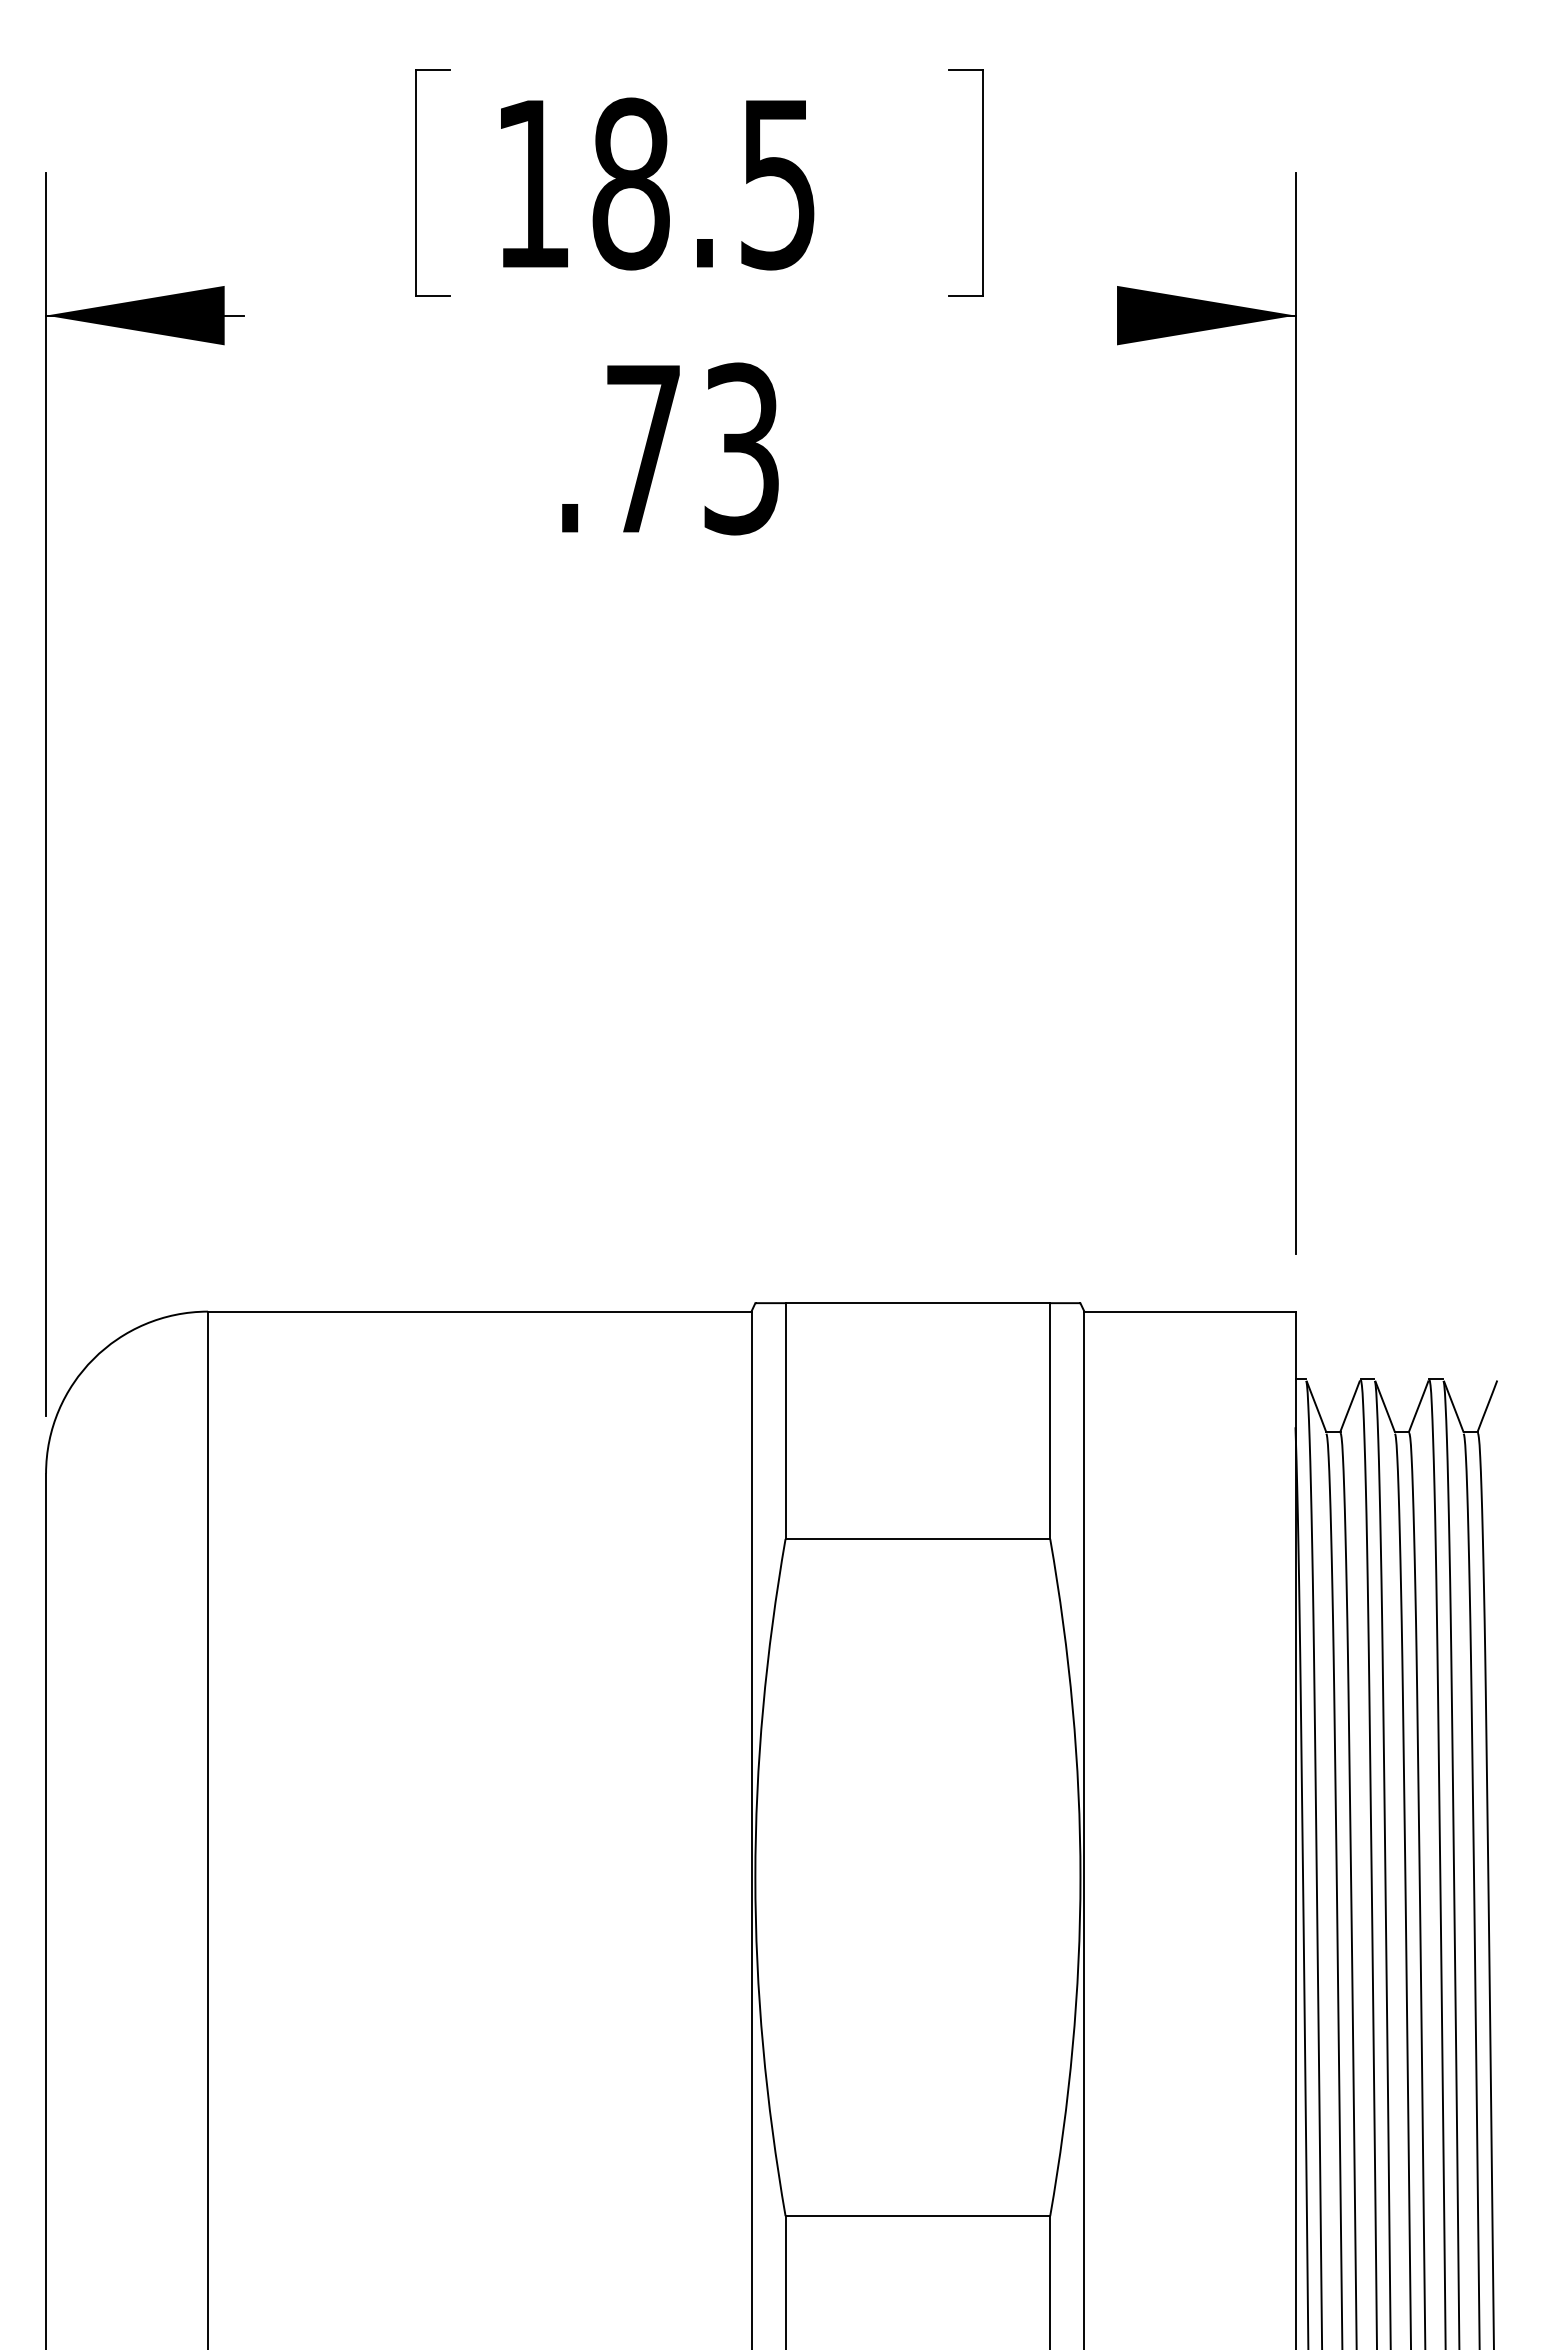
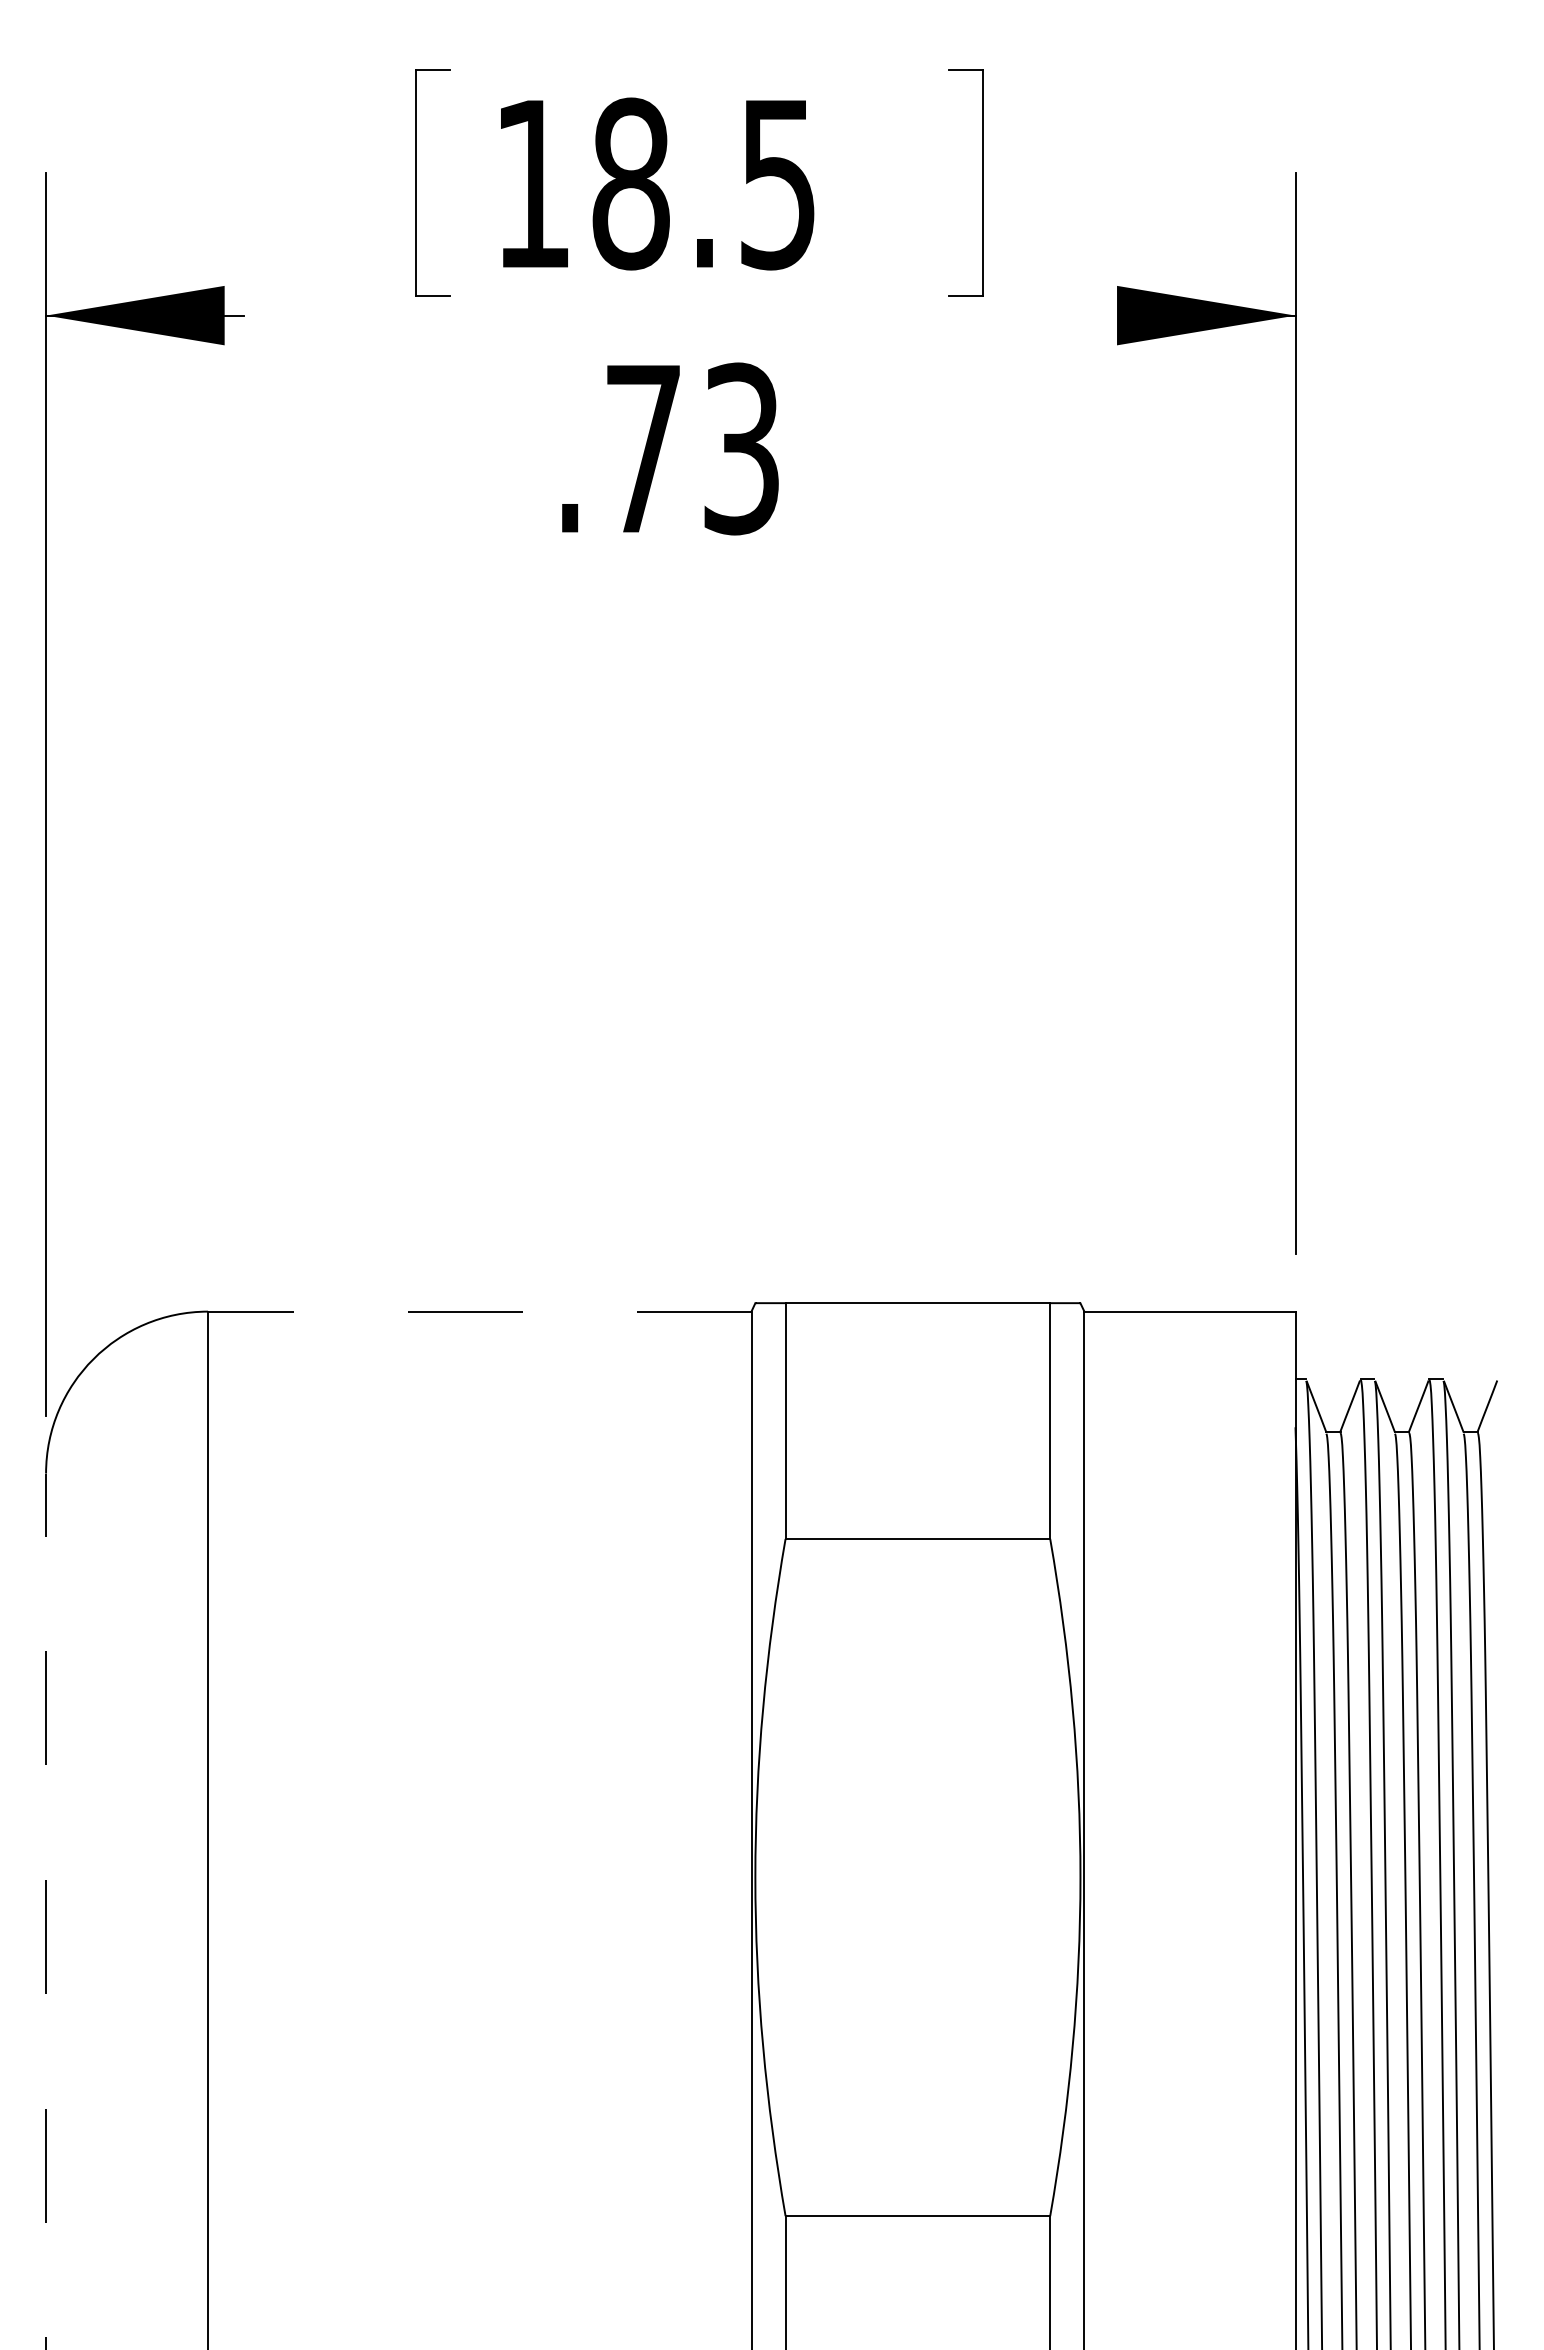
line at (479, 1311): solid -> dashed
line at (46, 1911): solid -> dashed
